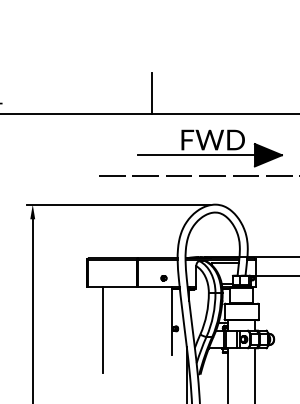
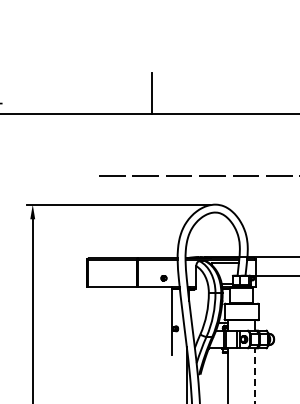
part at (209, 148): present -> none
line at (103, 330): present -> none
line at (254, 375): solid -> dashed
